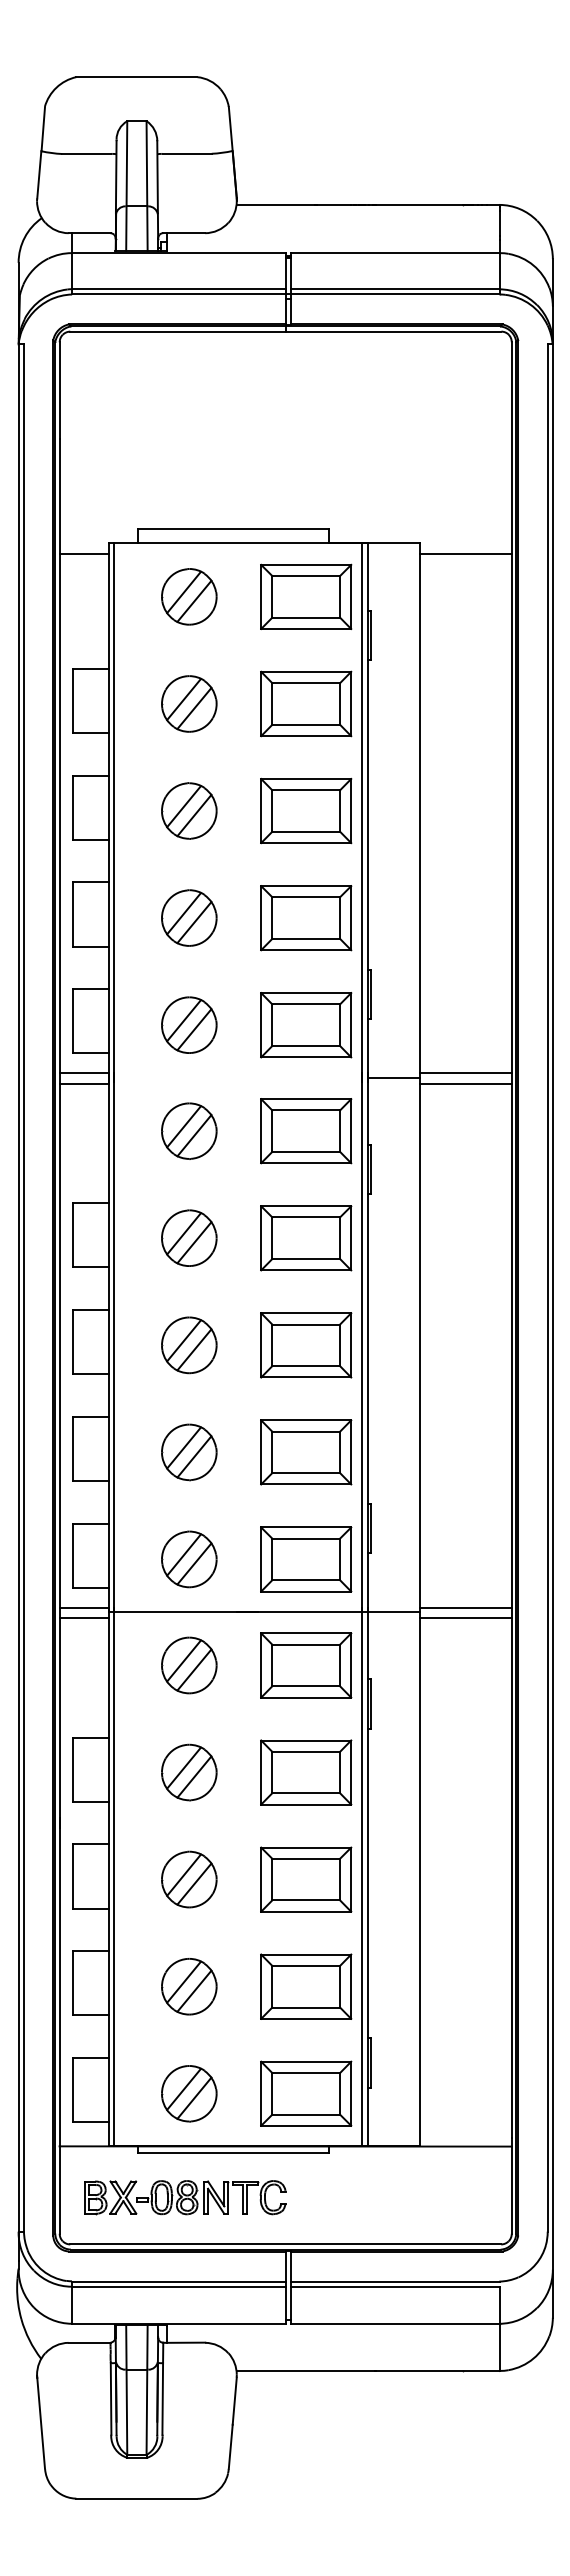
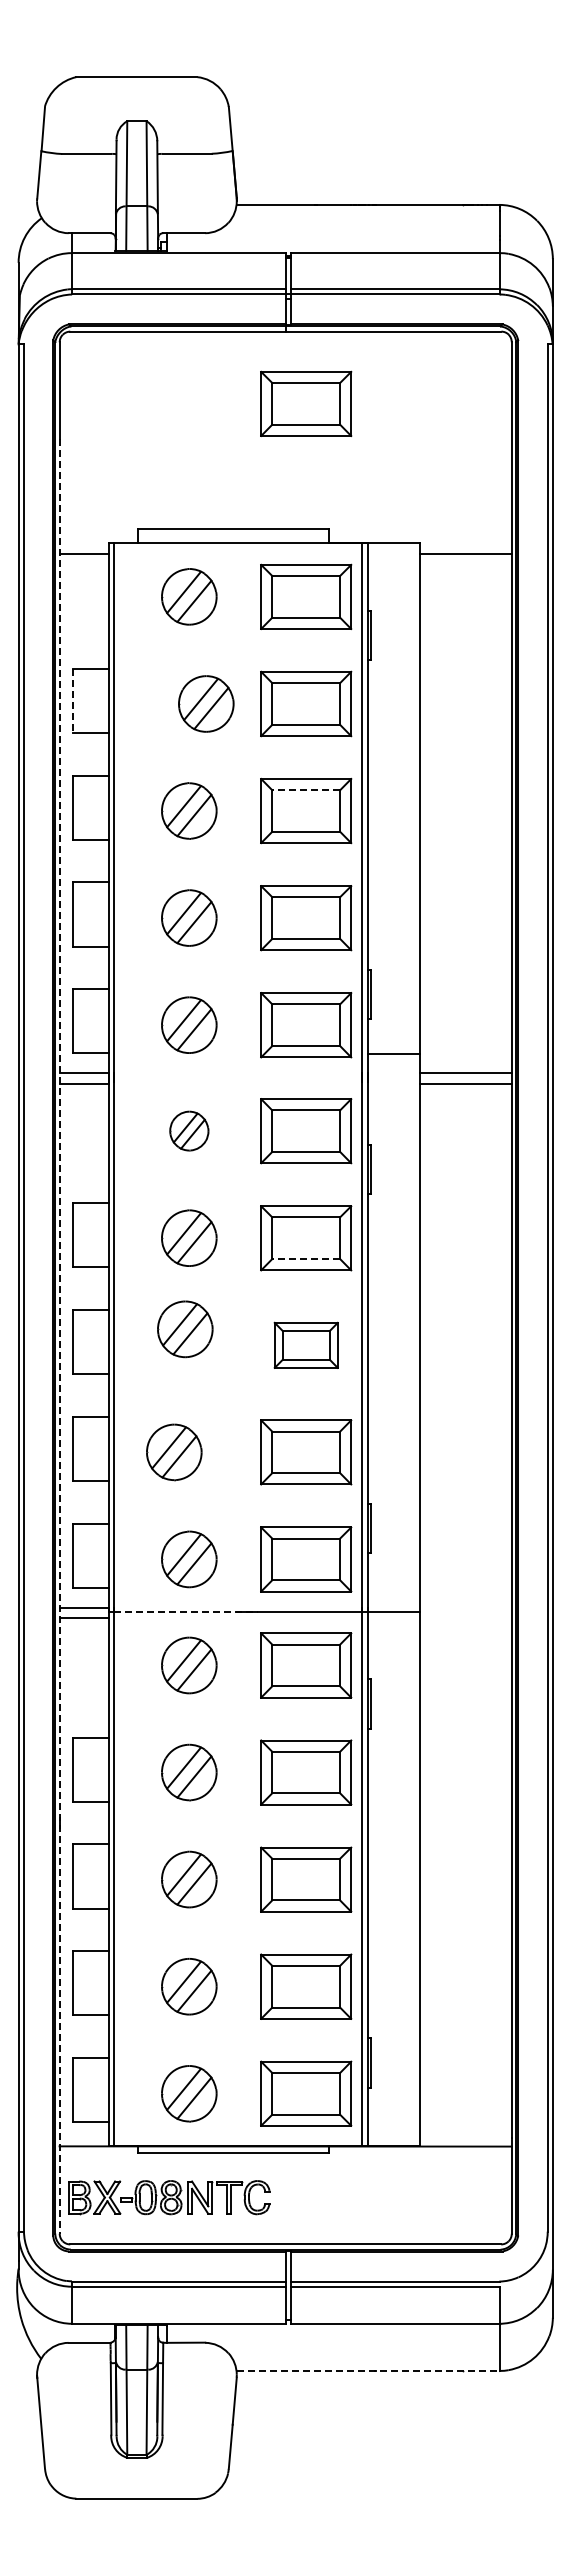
part at (306, 403): none -> present
line at (72, 701): solid -> dashed
part at (189, 703) position: (189, 703) -> (206, 703)
line at (306, 790): solid -> dashed
line at (394, 1077) position: (394, 1077) -> (394, 1053)
part at (189, 1130) size: 57x58 px -> 41x42 px
line at (306, 1259): solid -> dashed
line at (59, 1336): solid -> dashed
part at (189, 1345) position: (189, 1345) -> (185, 1329)
part at (306, 1345) size: 93x67 px -> 66x48 px
part at (189, 1452) position: (189, 1452) -> (174, 1452)
line at (465, 1607): present -> none
line at (186, 1611): solid -> dashed
line at (465, 1618): present -> none
part at (185, 2197) position: (185, 2197) -> (169, 2197)
line at (368, 2370): solid -> dashed
